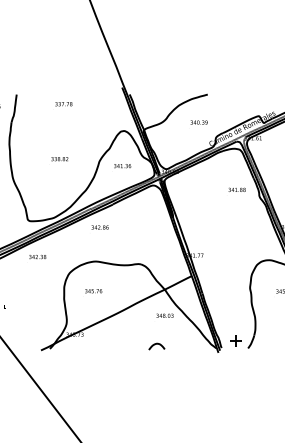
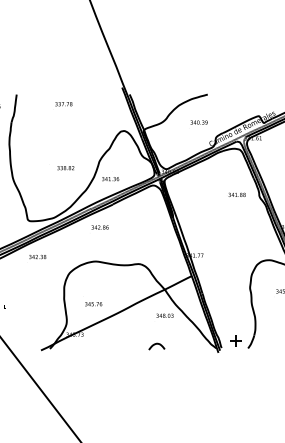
text at (59, 159) position: (59, 159) -> (65, 168)
text at (122, 166) position: (122, 166) -> (110, 179)
text at (236, 189) position: (236, 189) -> (236, 194)
text at (93, 291) position: (93, 291) -> (93, 304)
